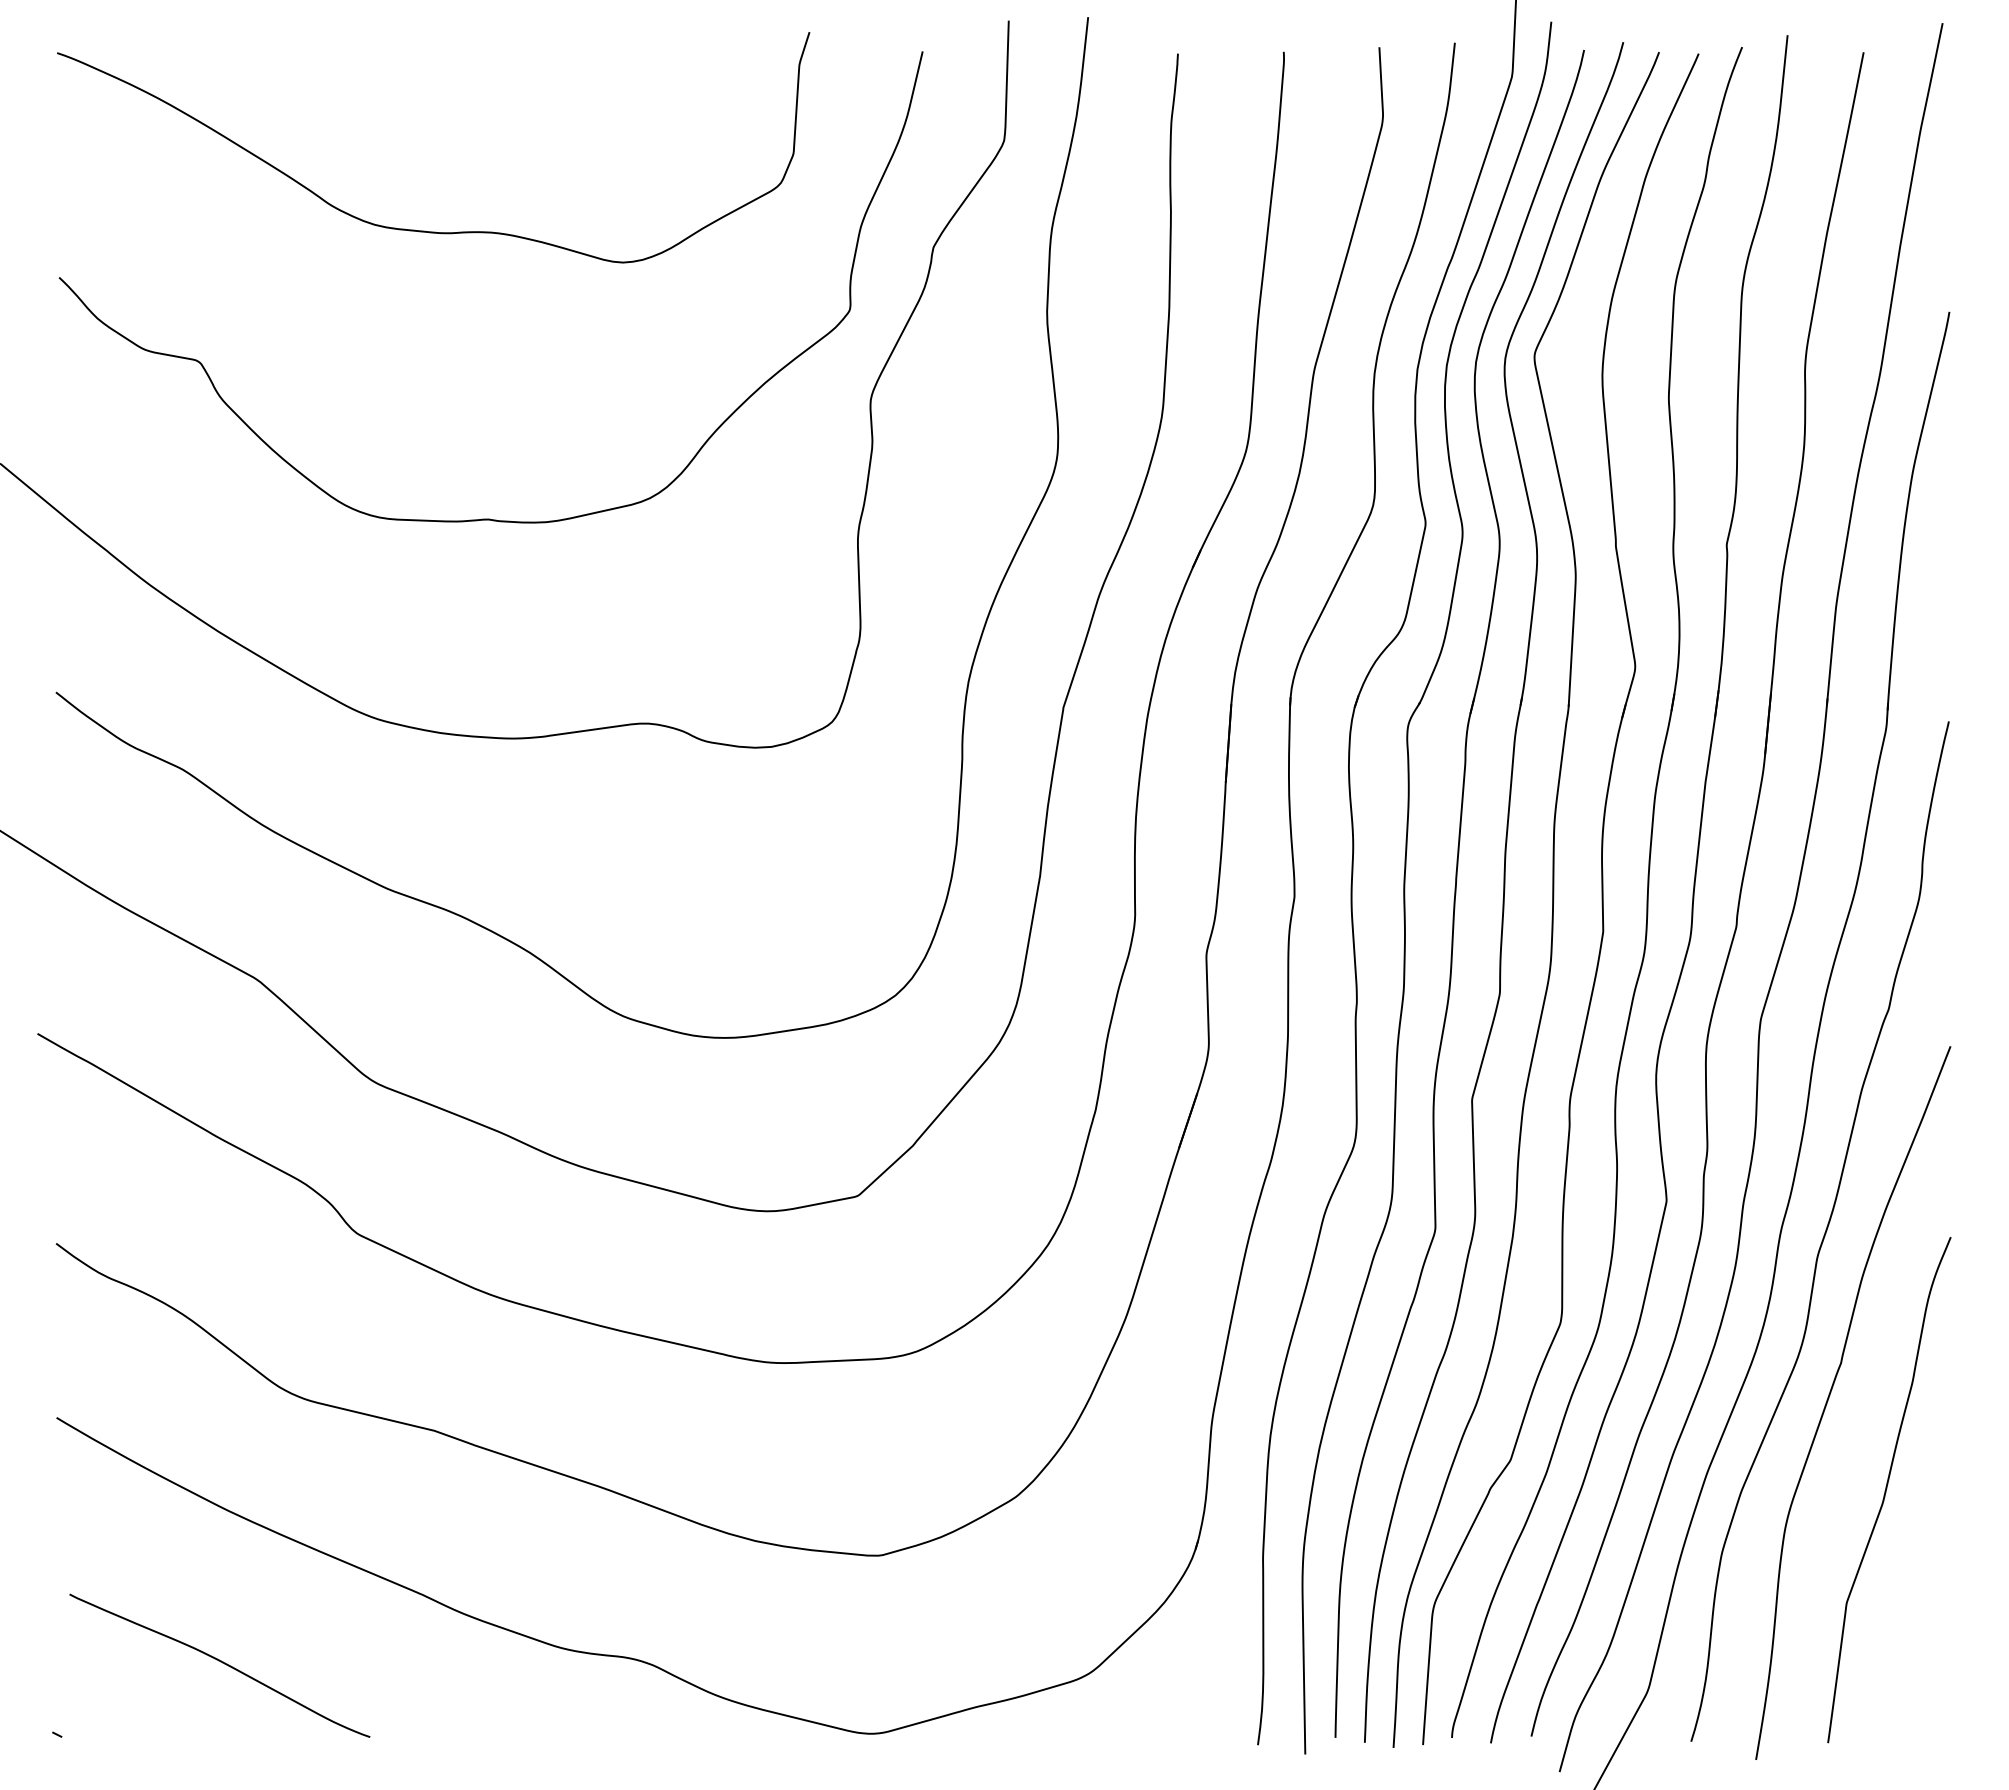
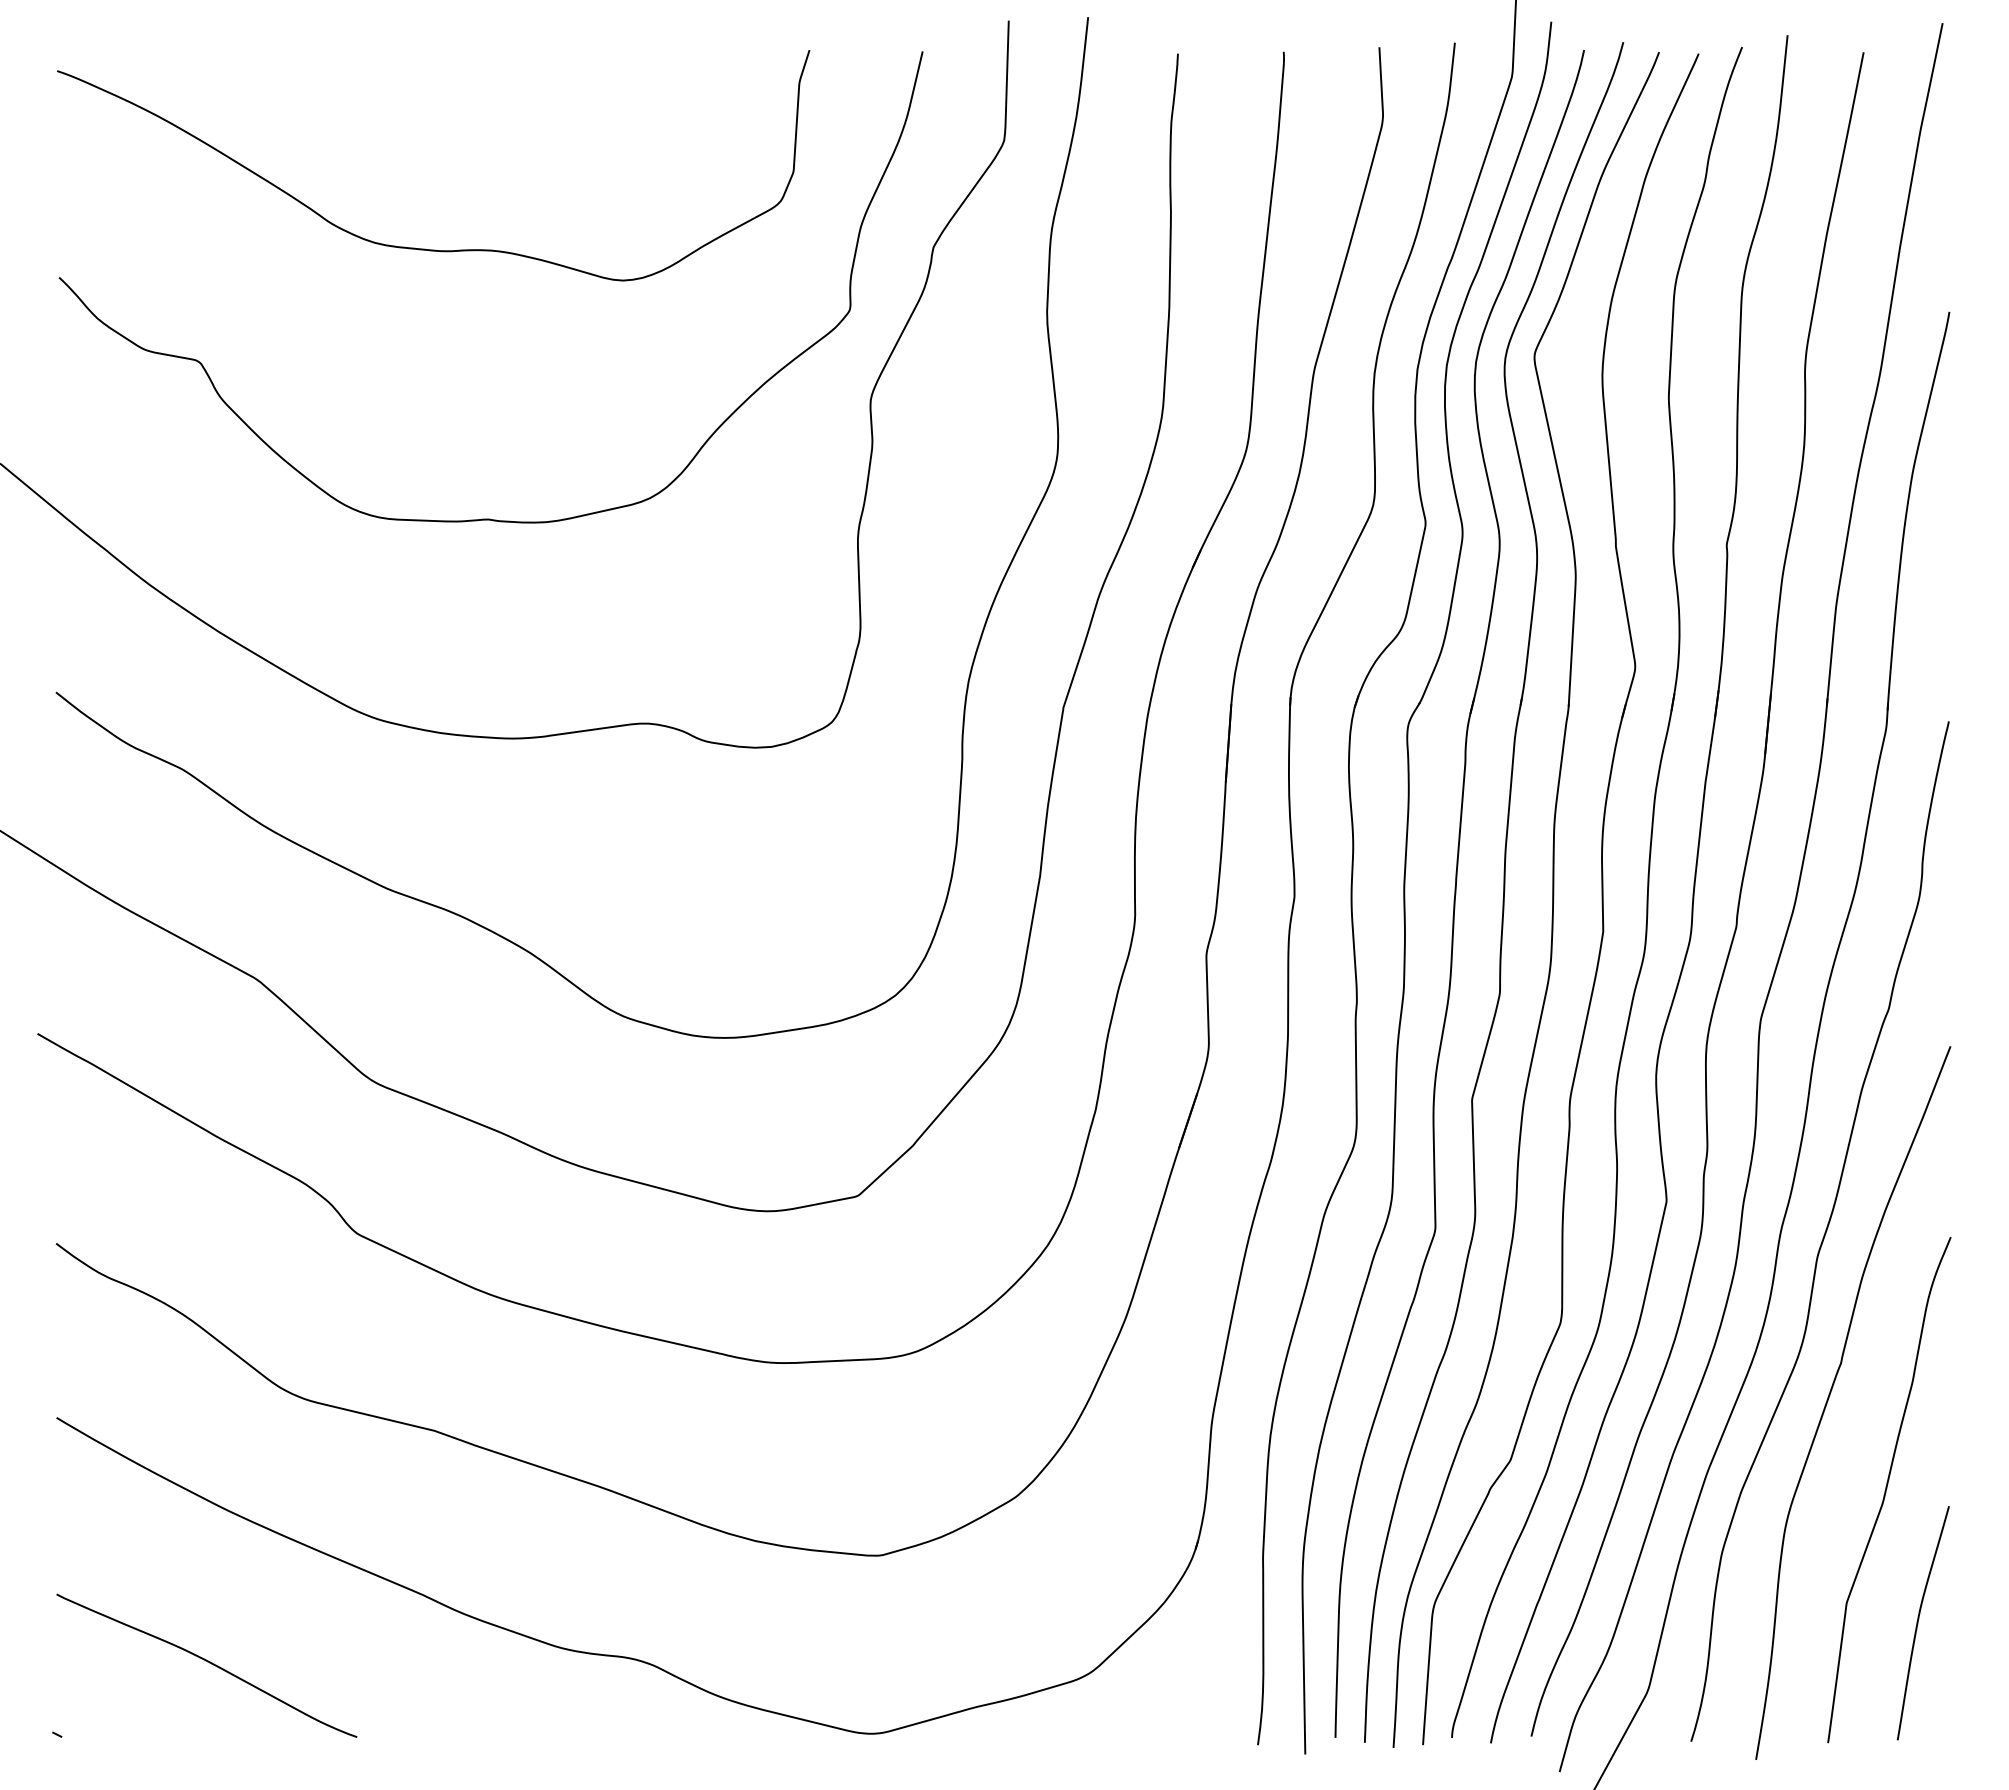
curve at (425, 230) position: (425, 230) -> (425, 248)
curve at (1918, 1623): none -> present
curve at (220, 1662) position: (220, 1662) -> (207, 1662)
